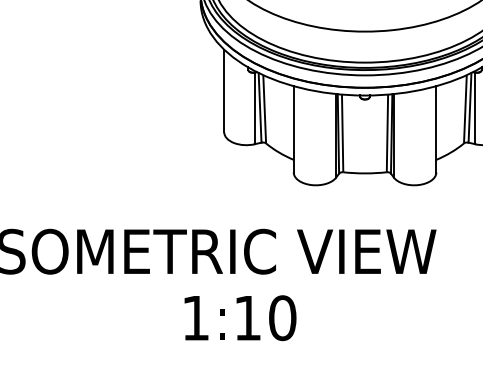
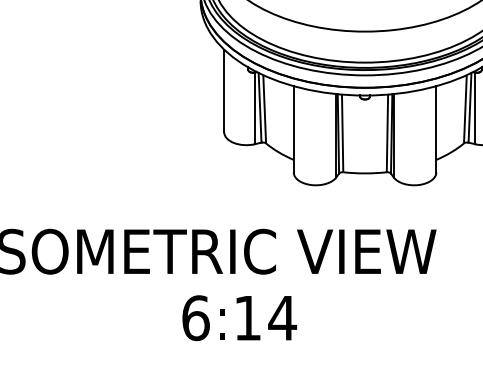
text at (195, 318): 1 -> 6
text at (282, 318): 10 -> 14
